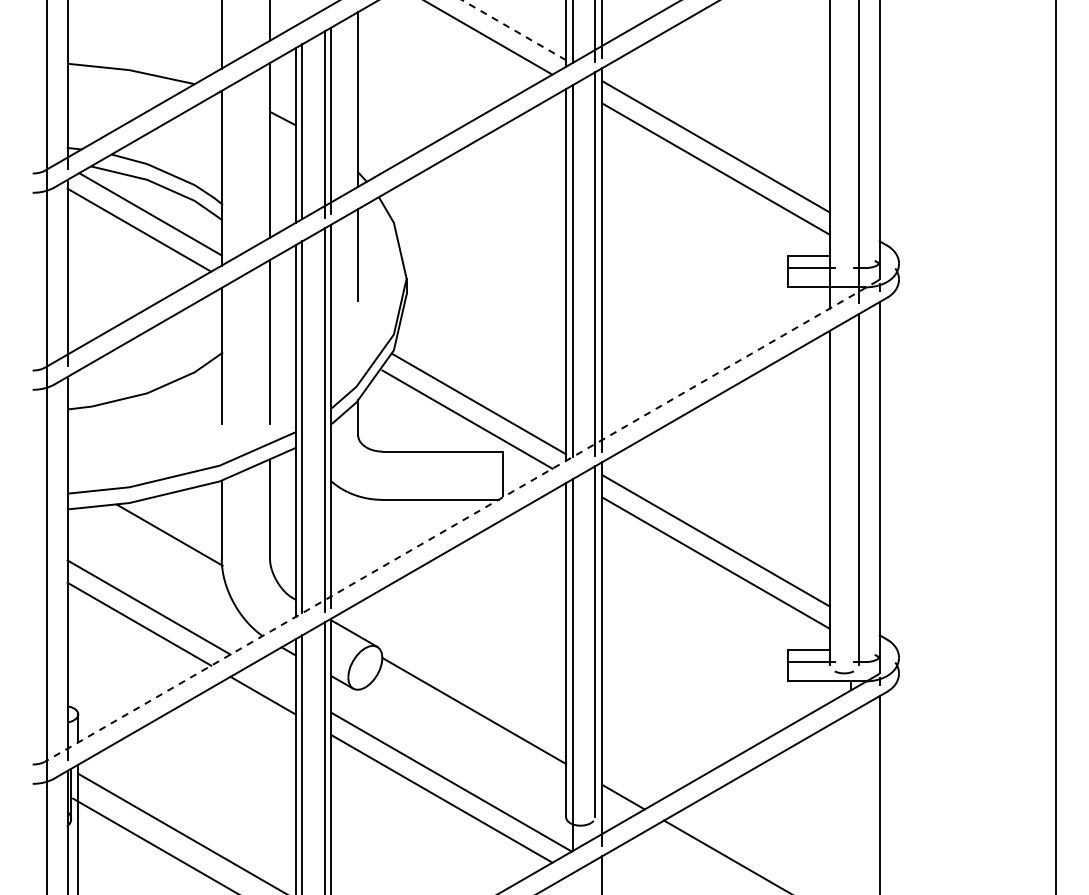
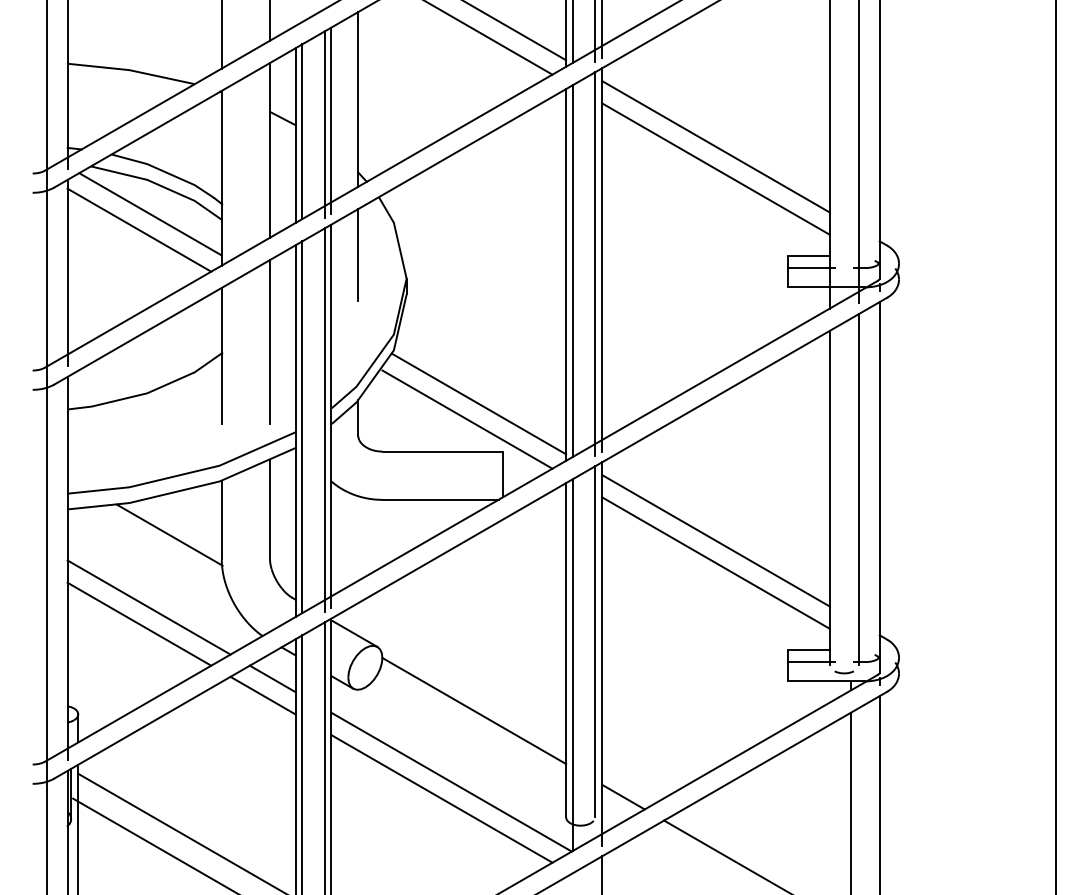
line at (513, 29): dashed -> solid
line at (461, 521): dashed -> solid
line at (272, 678): none -> present
line at (850, 801): none -> present
